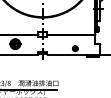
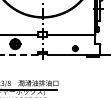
line at (19, 54): solid -> dashed
